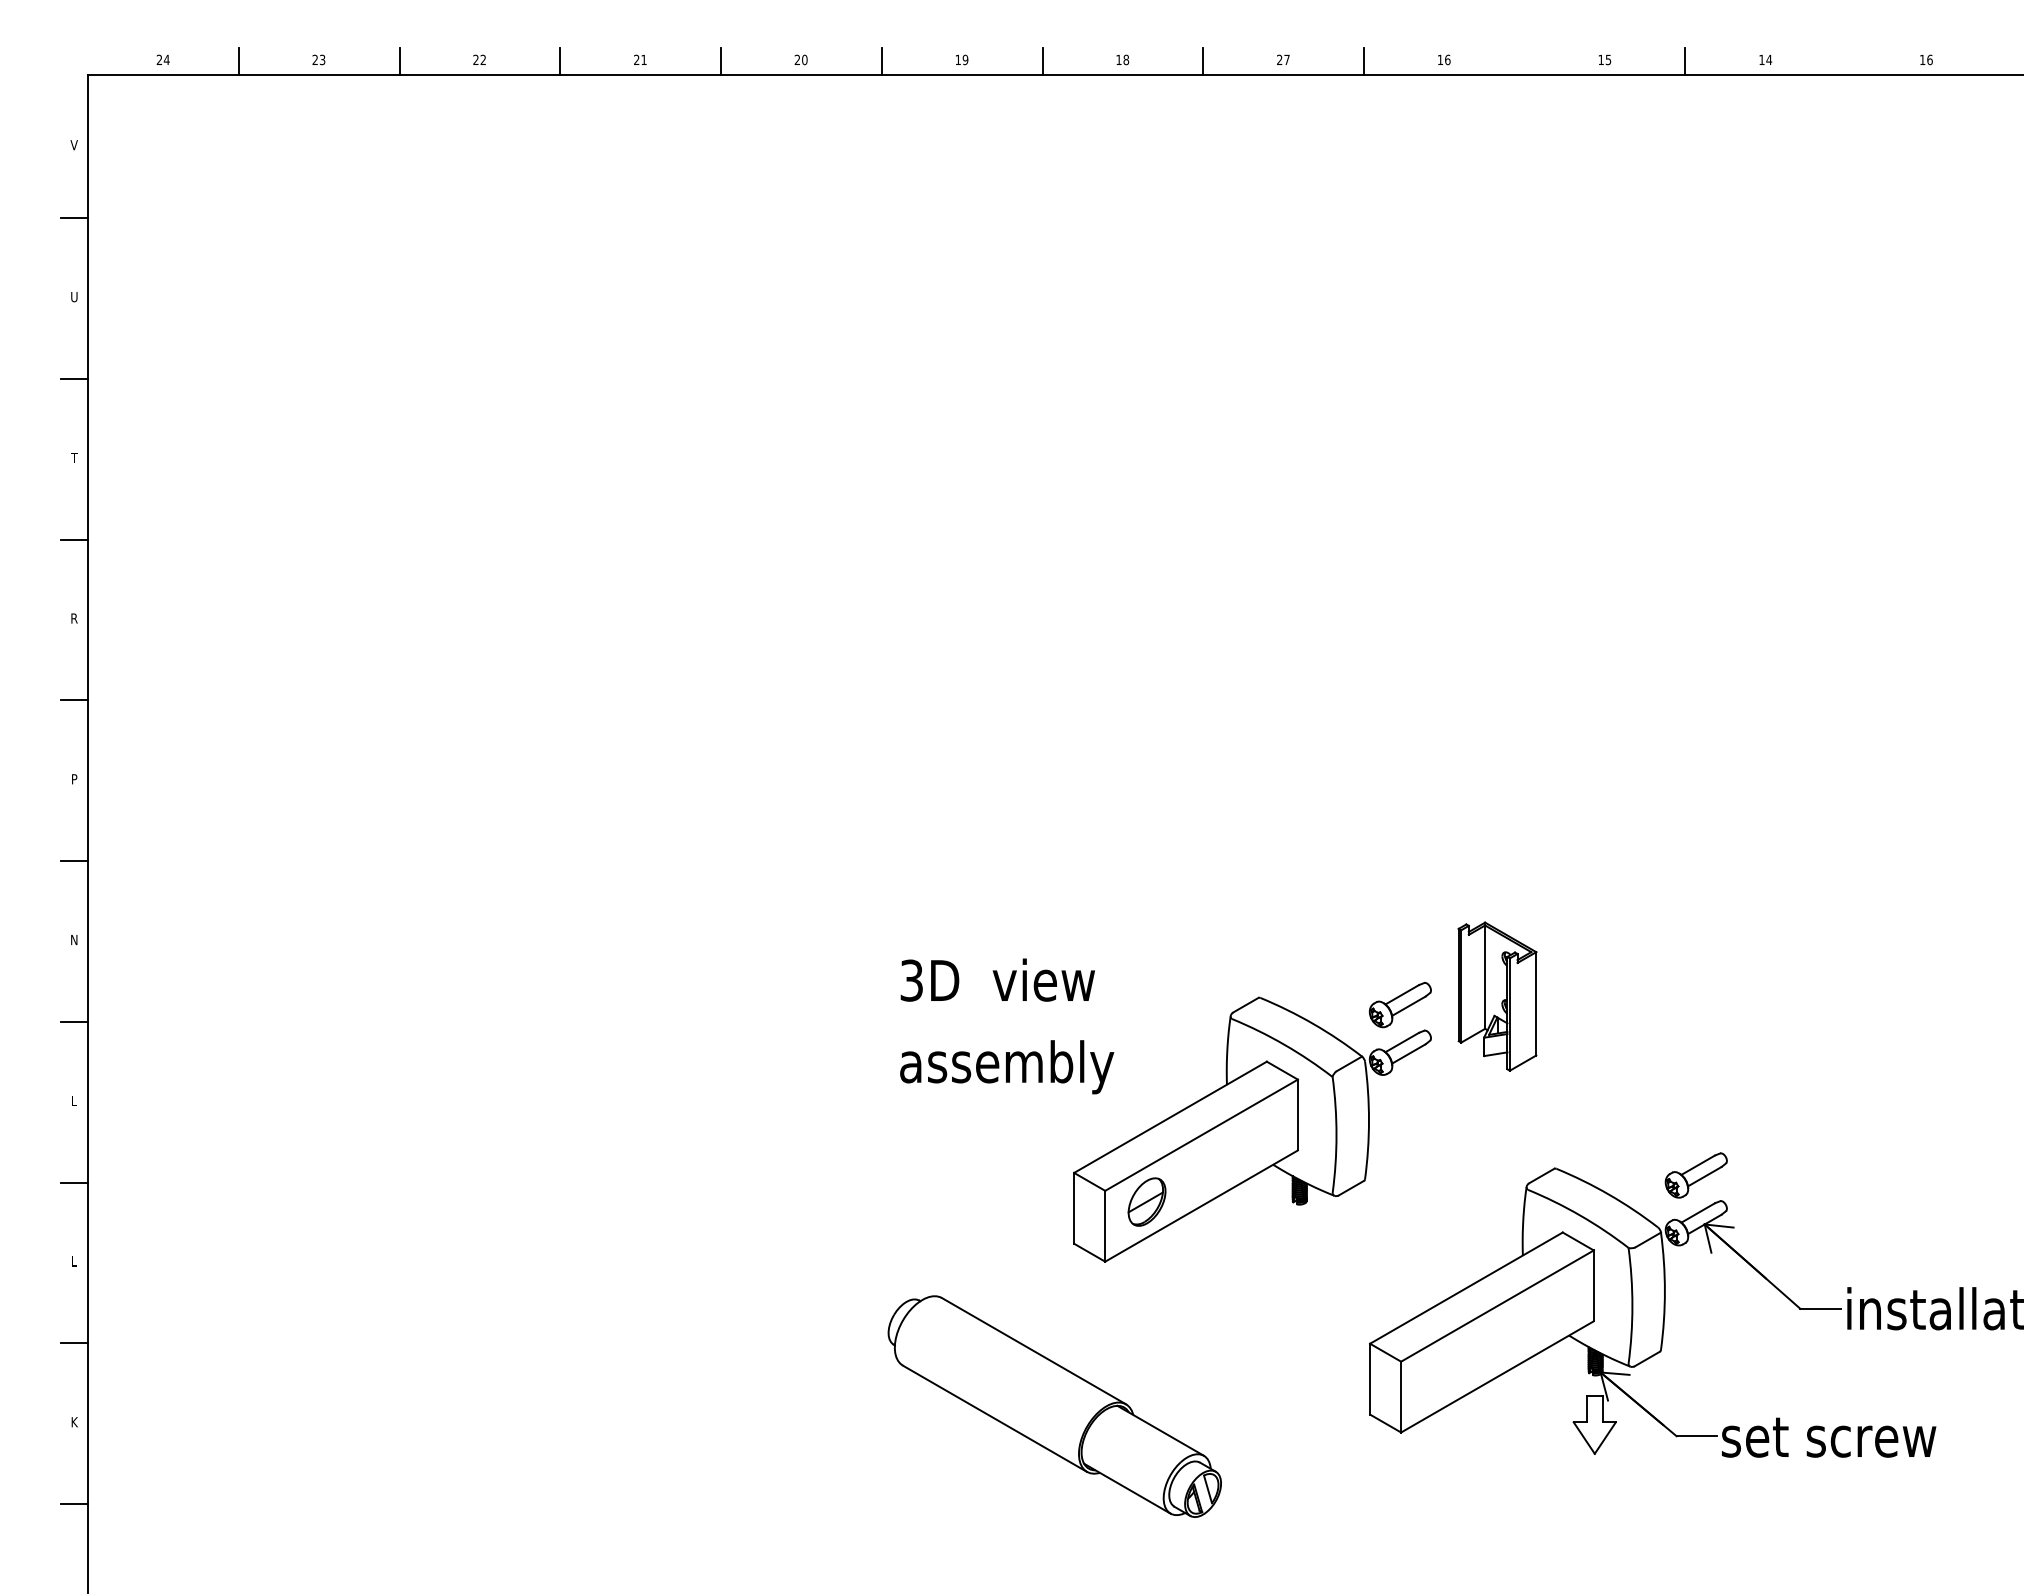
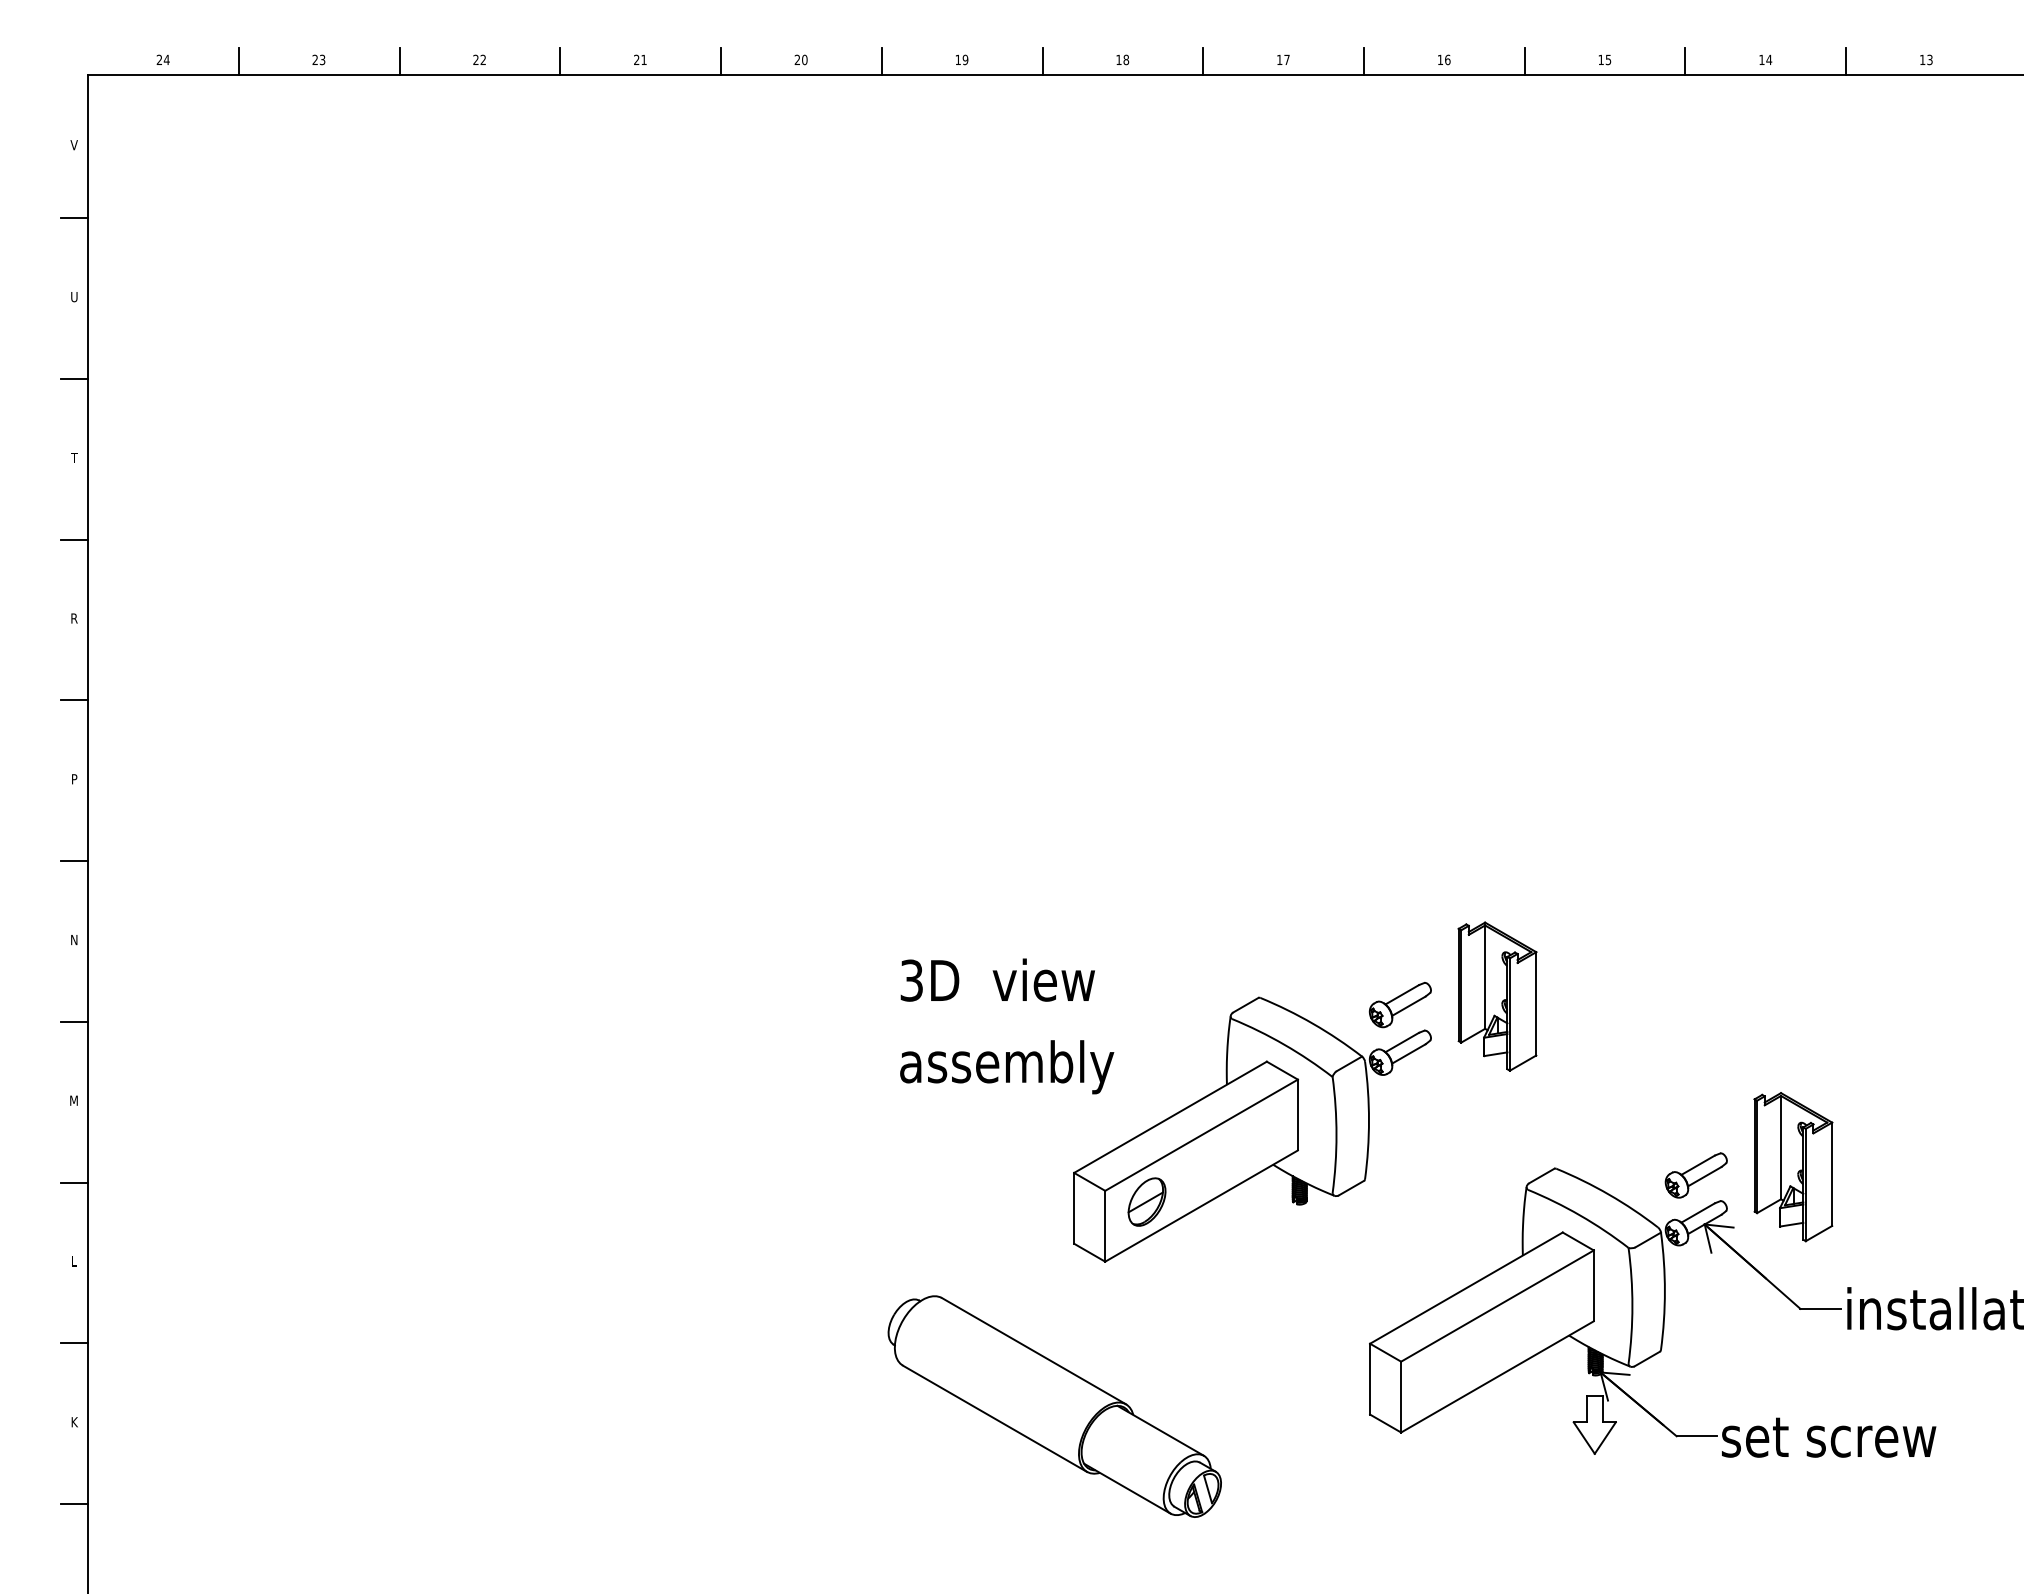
text at (1279, 59): 27 -> 17
text at (1929, 59): 16 -> 13
line at (1524, 61): none -> present
line at (1846, 61): none -> present
text at (73, 1100): L -> M
part at (1793, 1167): none -> present
